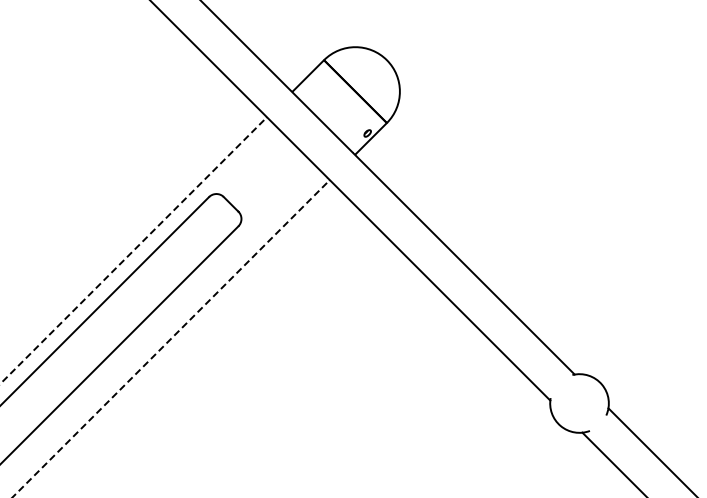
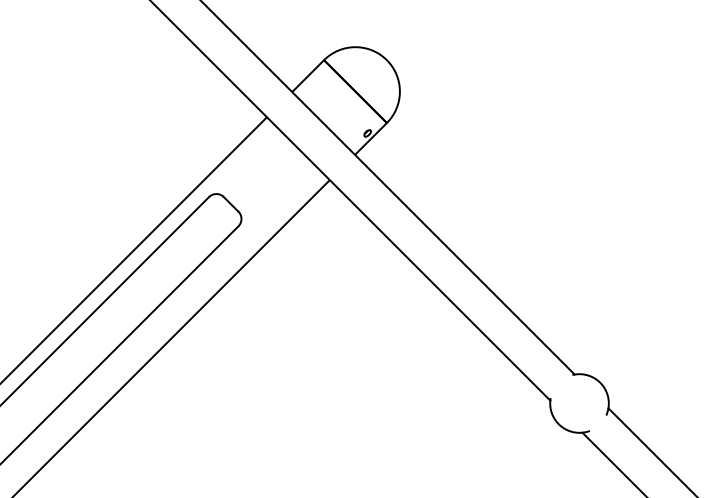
line at (133, 250): dashed -> solid
line at (170, 339): dashed -> solid
